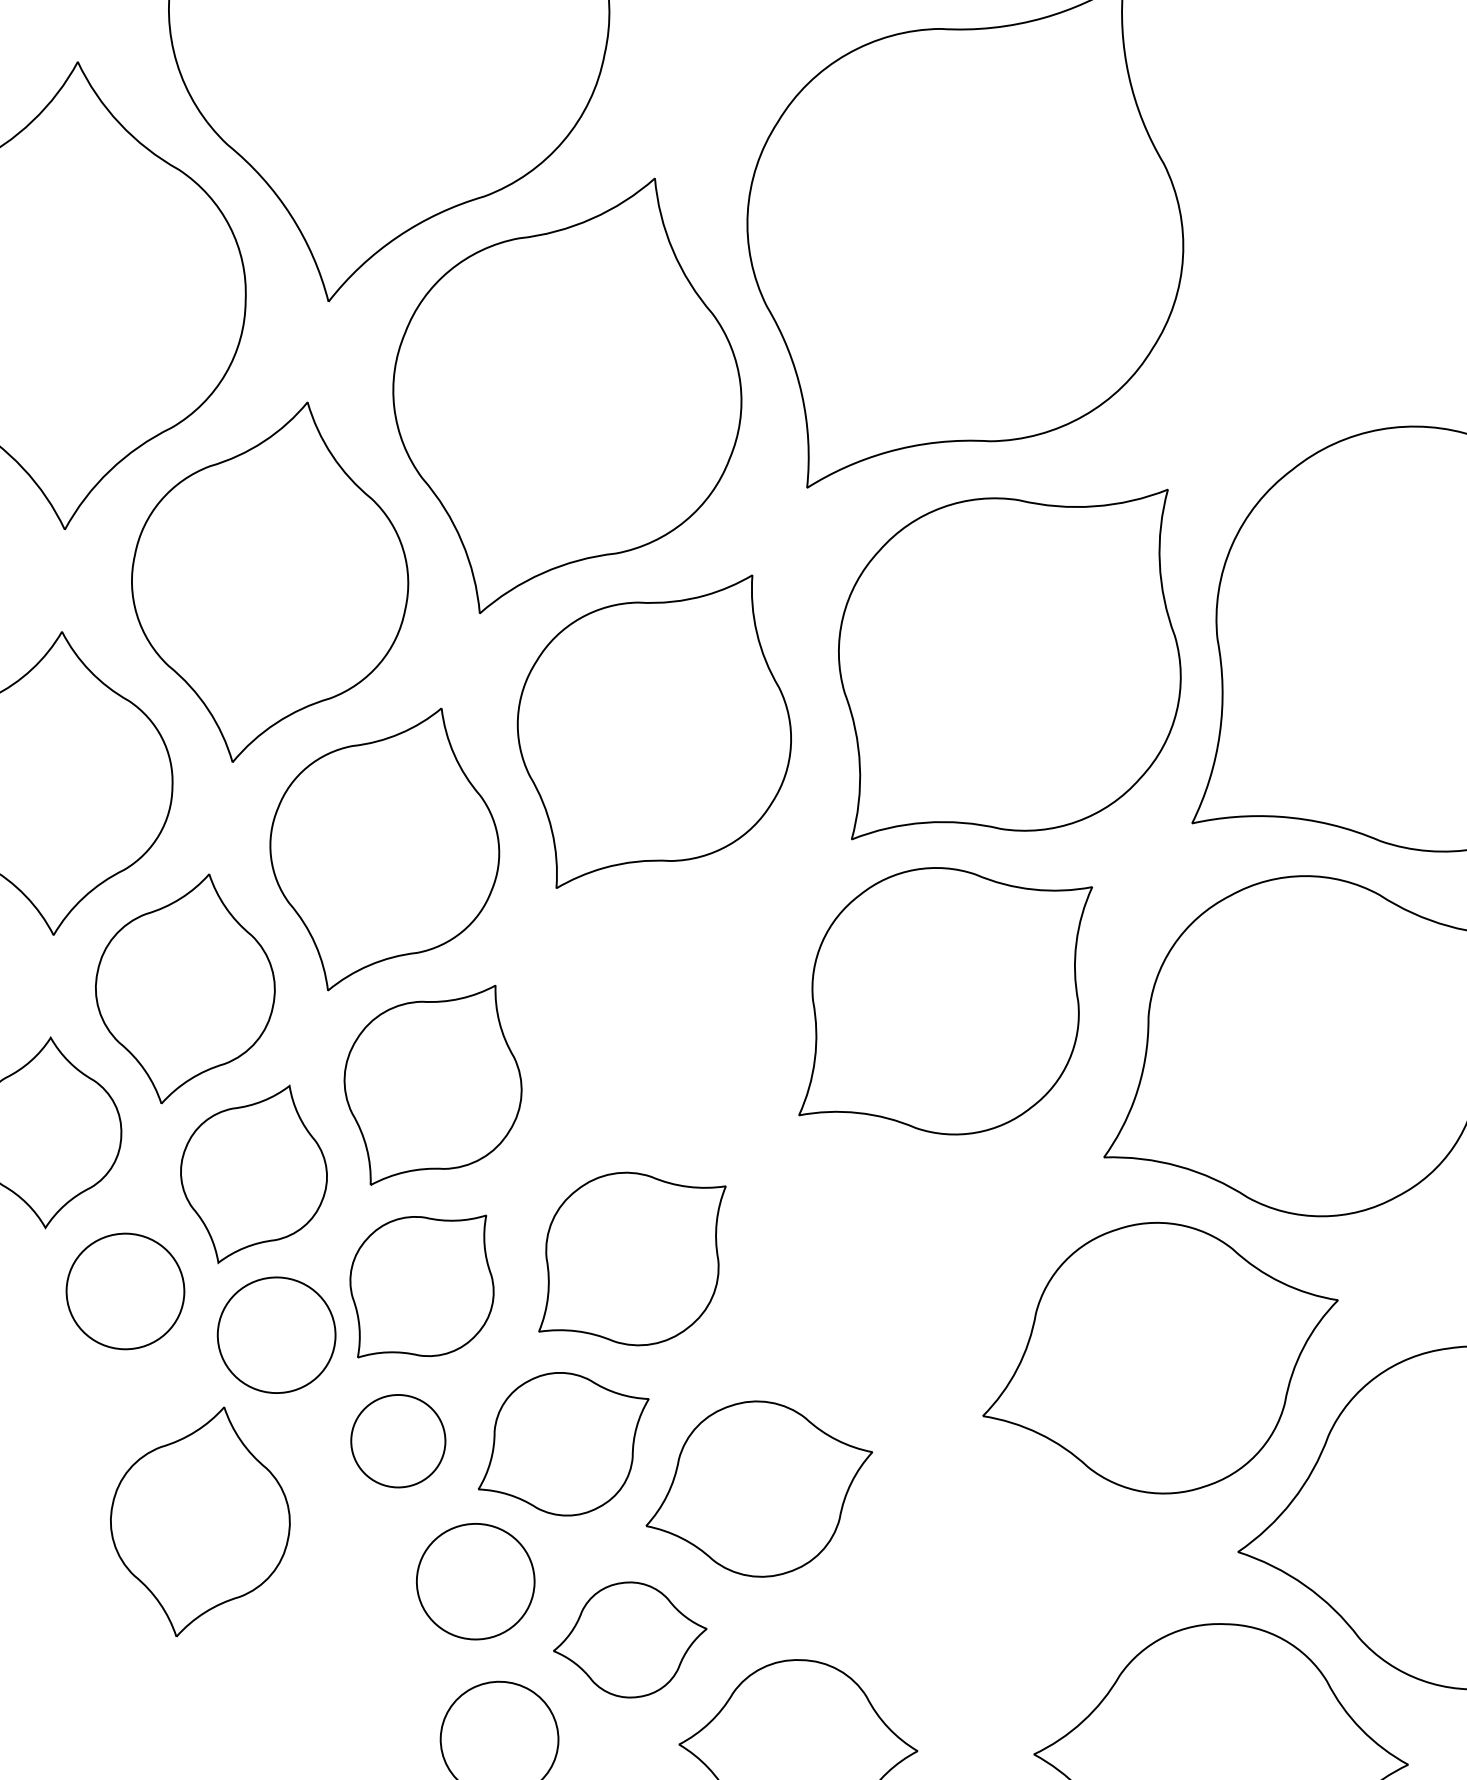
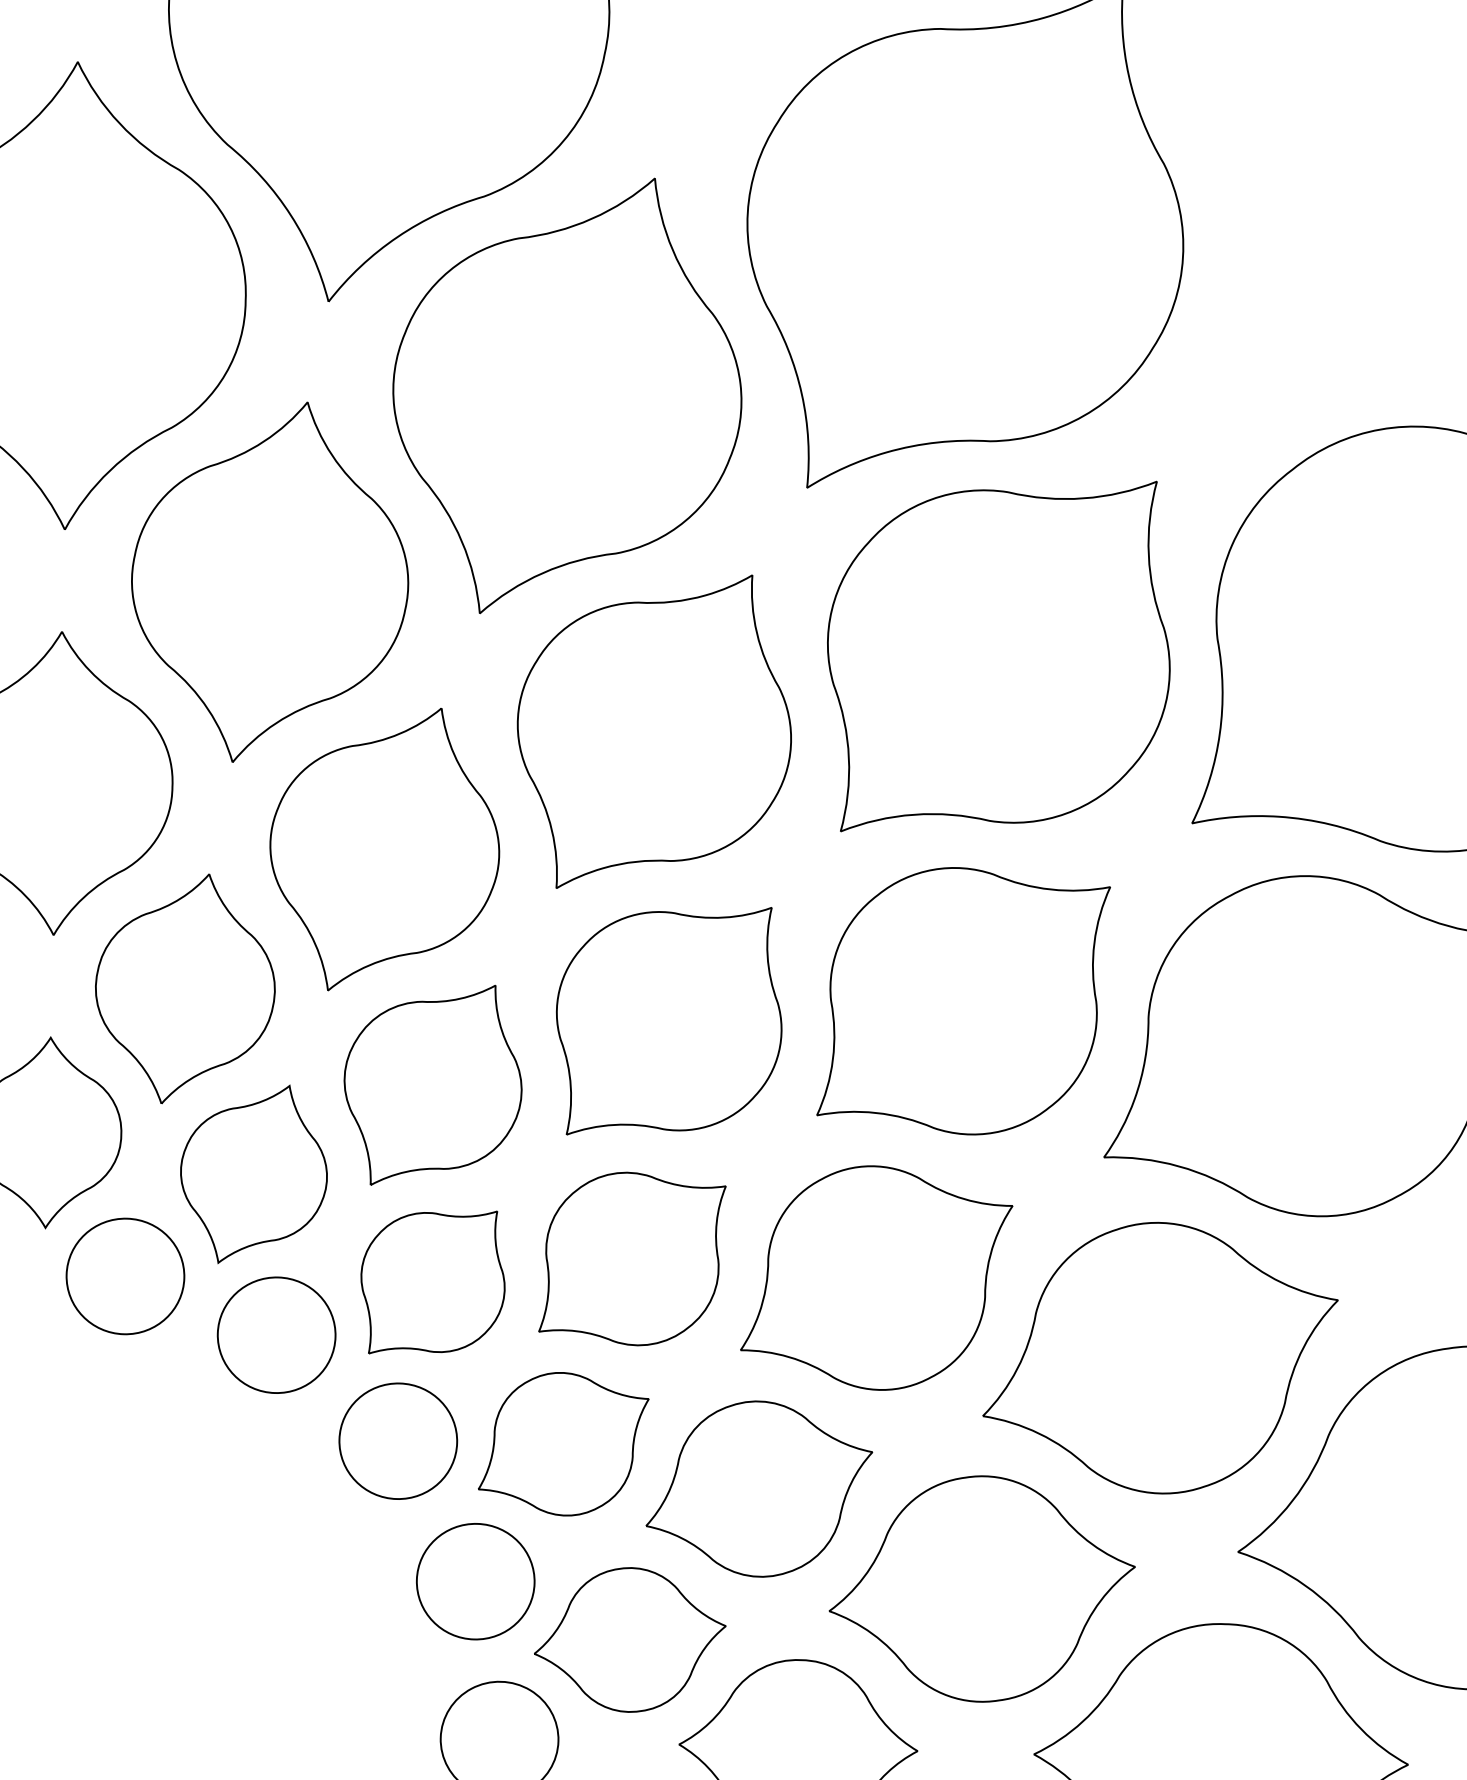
part at (1009, 664) position: (1009, 664) -> (998, 656)
part at (945, 1001) position: (945, 1001) -> (963, 1001)
part at (669, 1021): none -> present
part at (876, 1277): none -> present
part at (421, 1286) position: (421, 1286) -> (432, 1282)
part at (125, 1291) position: (125, 1291) -> (125, 1276)
part at (398, 1441) size: 97x95 px -> 121x118 px
part at (200, 1521): present -> none
part at (981, 1588): none -> present
part at (630, 1639) size: 155x118 px -> 193x146 px
